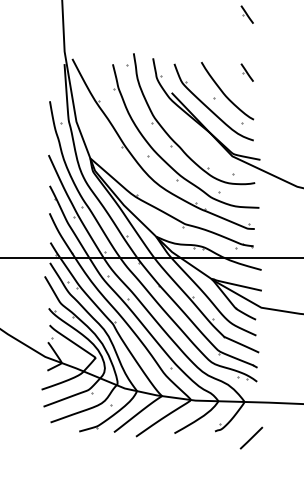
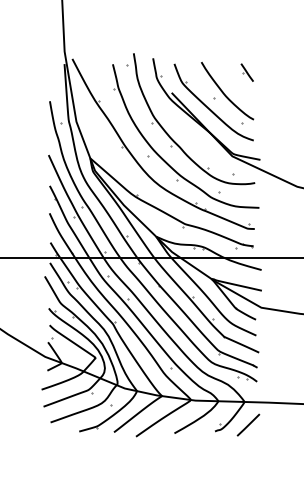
part at (246, 14): present -> none
line at (251, 437) position: (251, 437) -> (248, 424)
